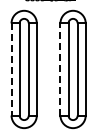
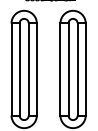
line at (60, 68): dashed -> solid
line at (11, 69): dashed -> solid
